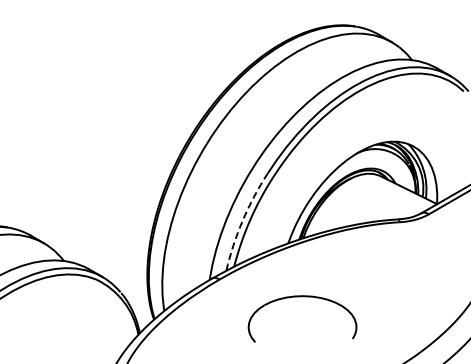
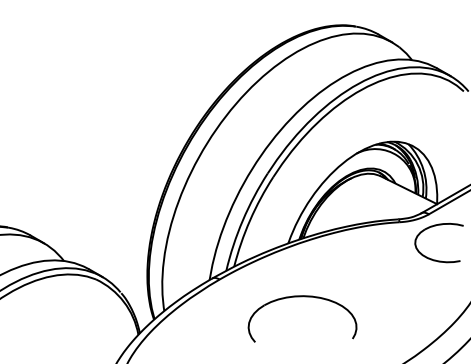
arc at (242, 220): dashed -> solid
part at (432, 258): none -> present
